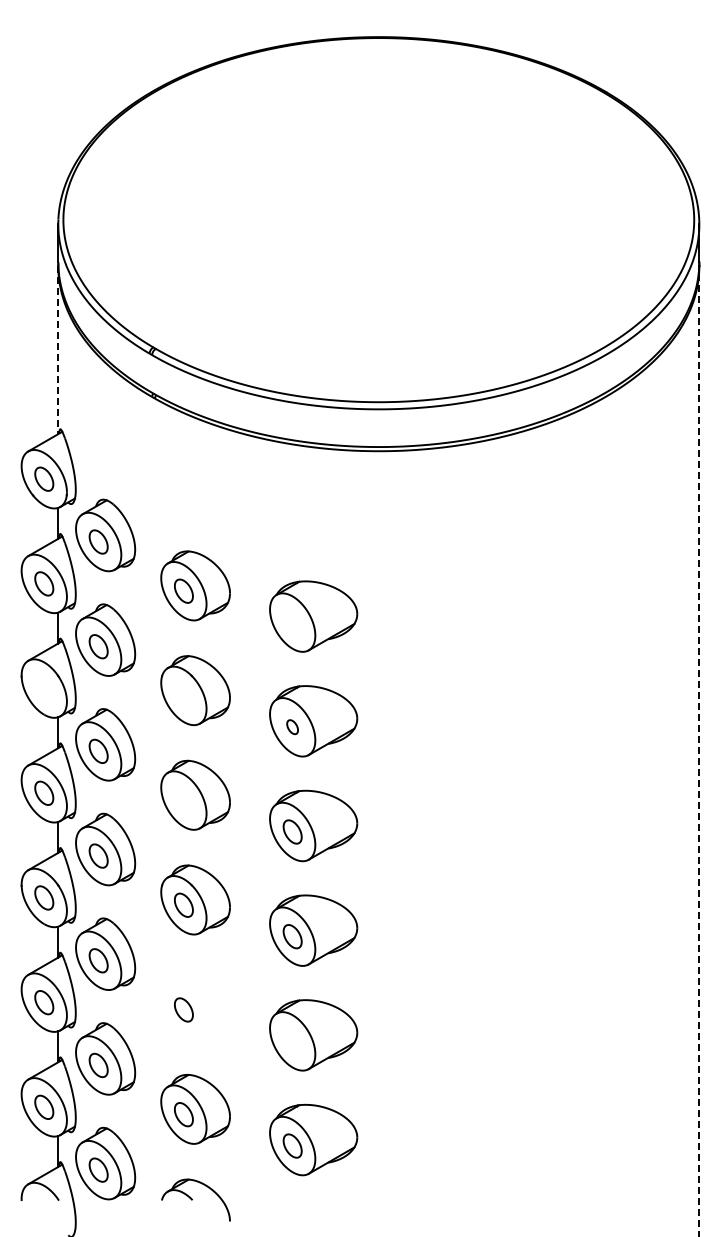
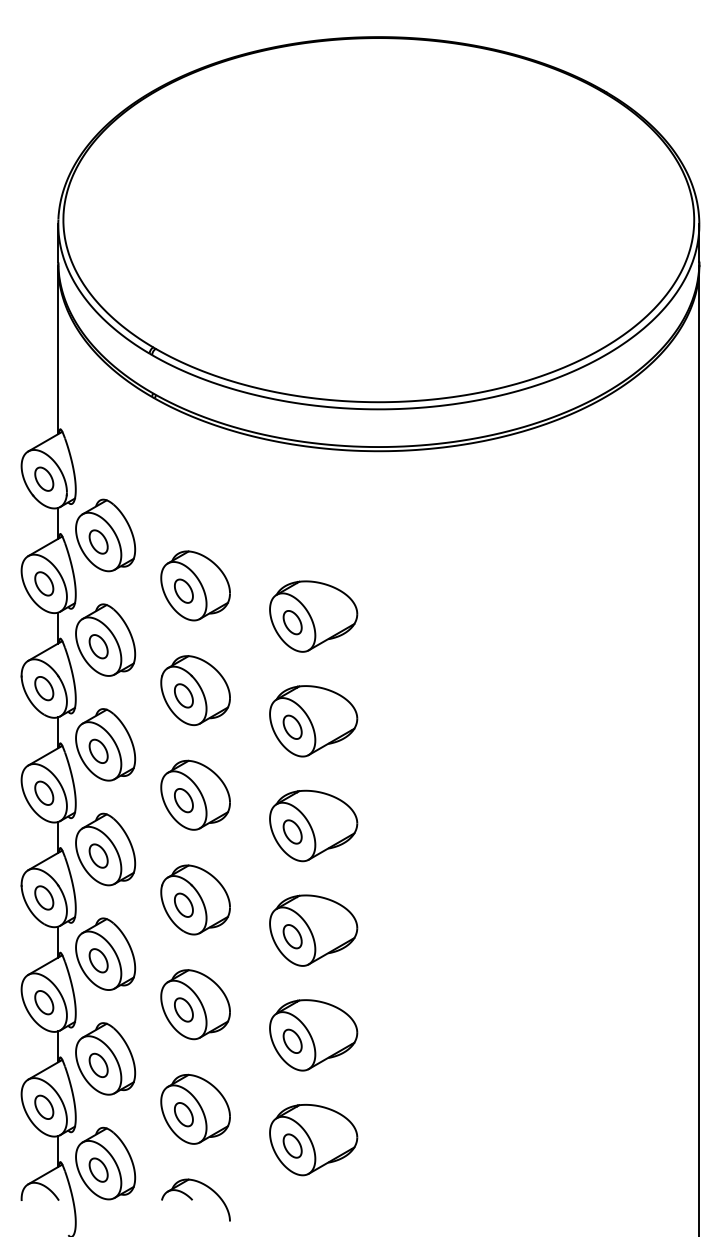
line at (58, 350): dashed -> solid
part at (292, 622): none -> present
part at (44, 688): none -> present
part at (183, 695): none -> present
part at (292, 727) size: 13x17 px -> 21x26 px
line at (699, 751): dashed -> solid
part at (183, 800): none -> present
part at (195, 1004): none -> present
part at (292, 1040): none -> present
